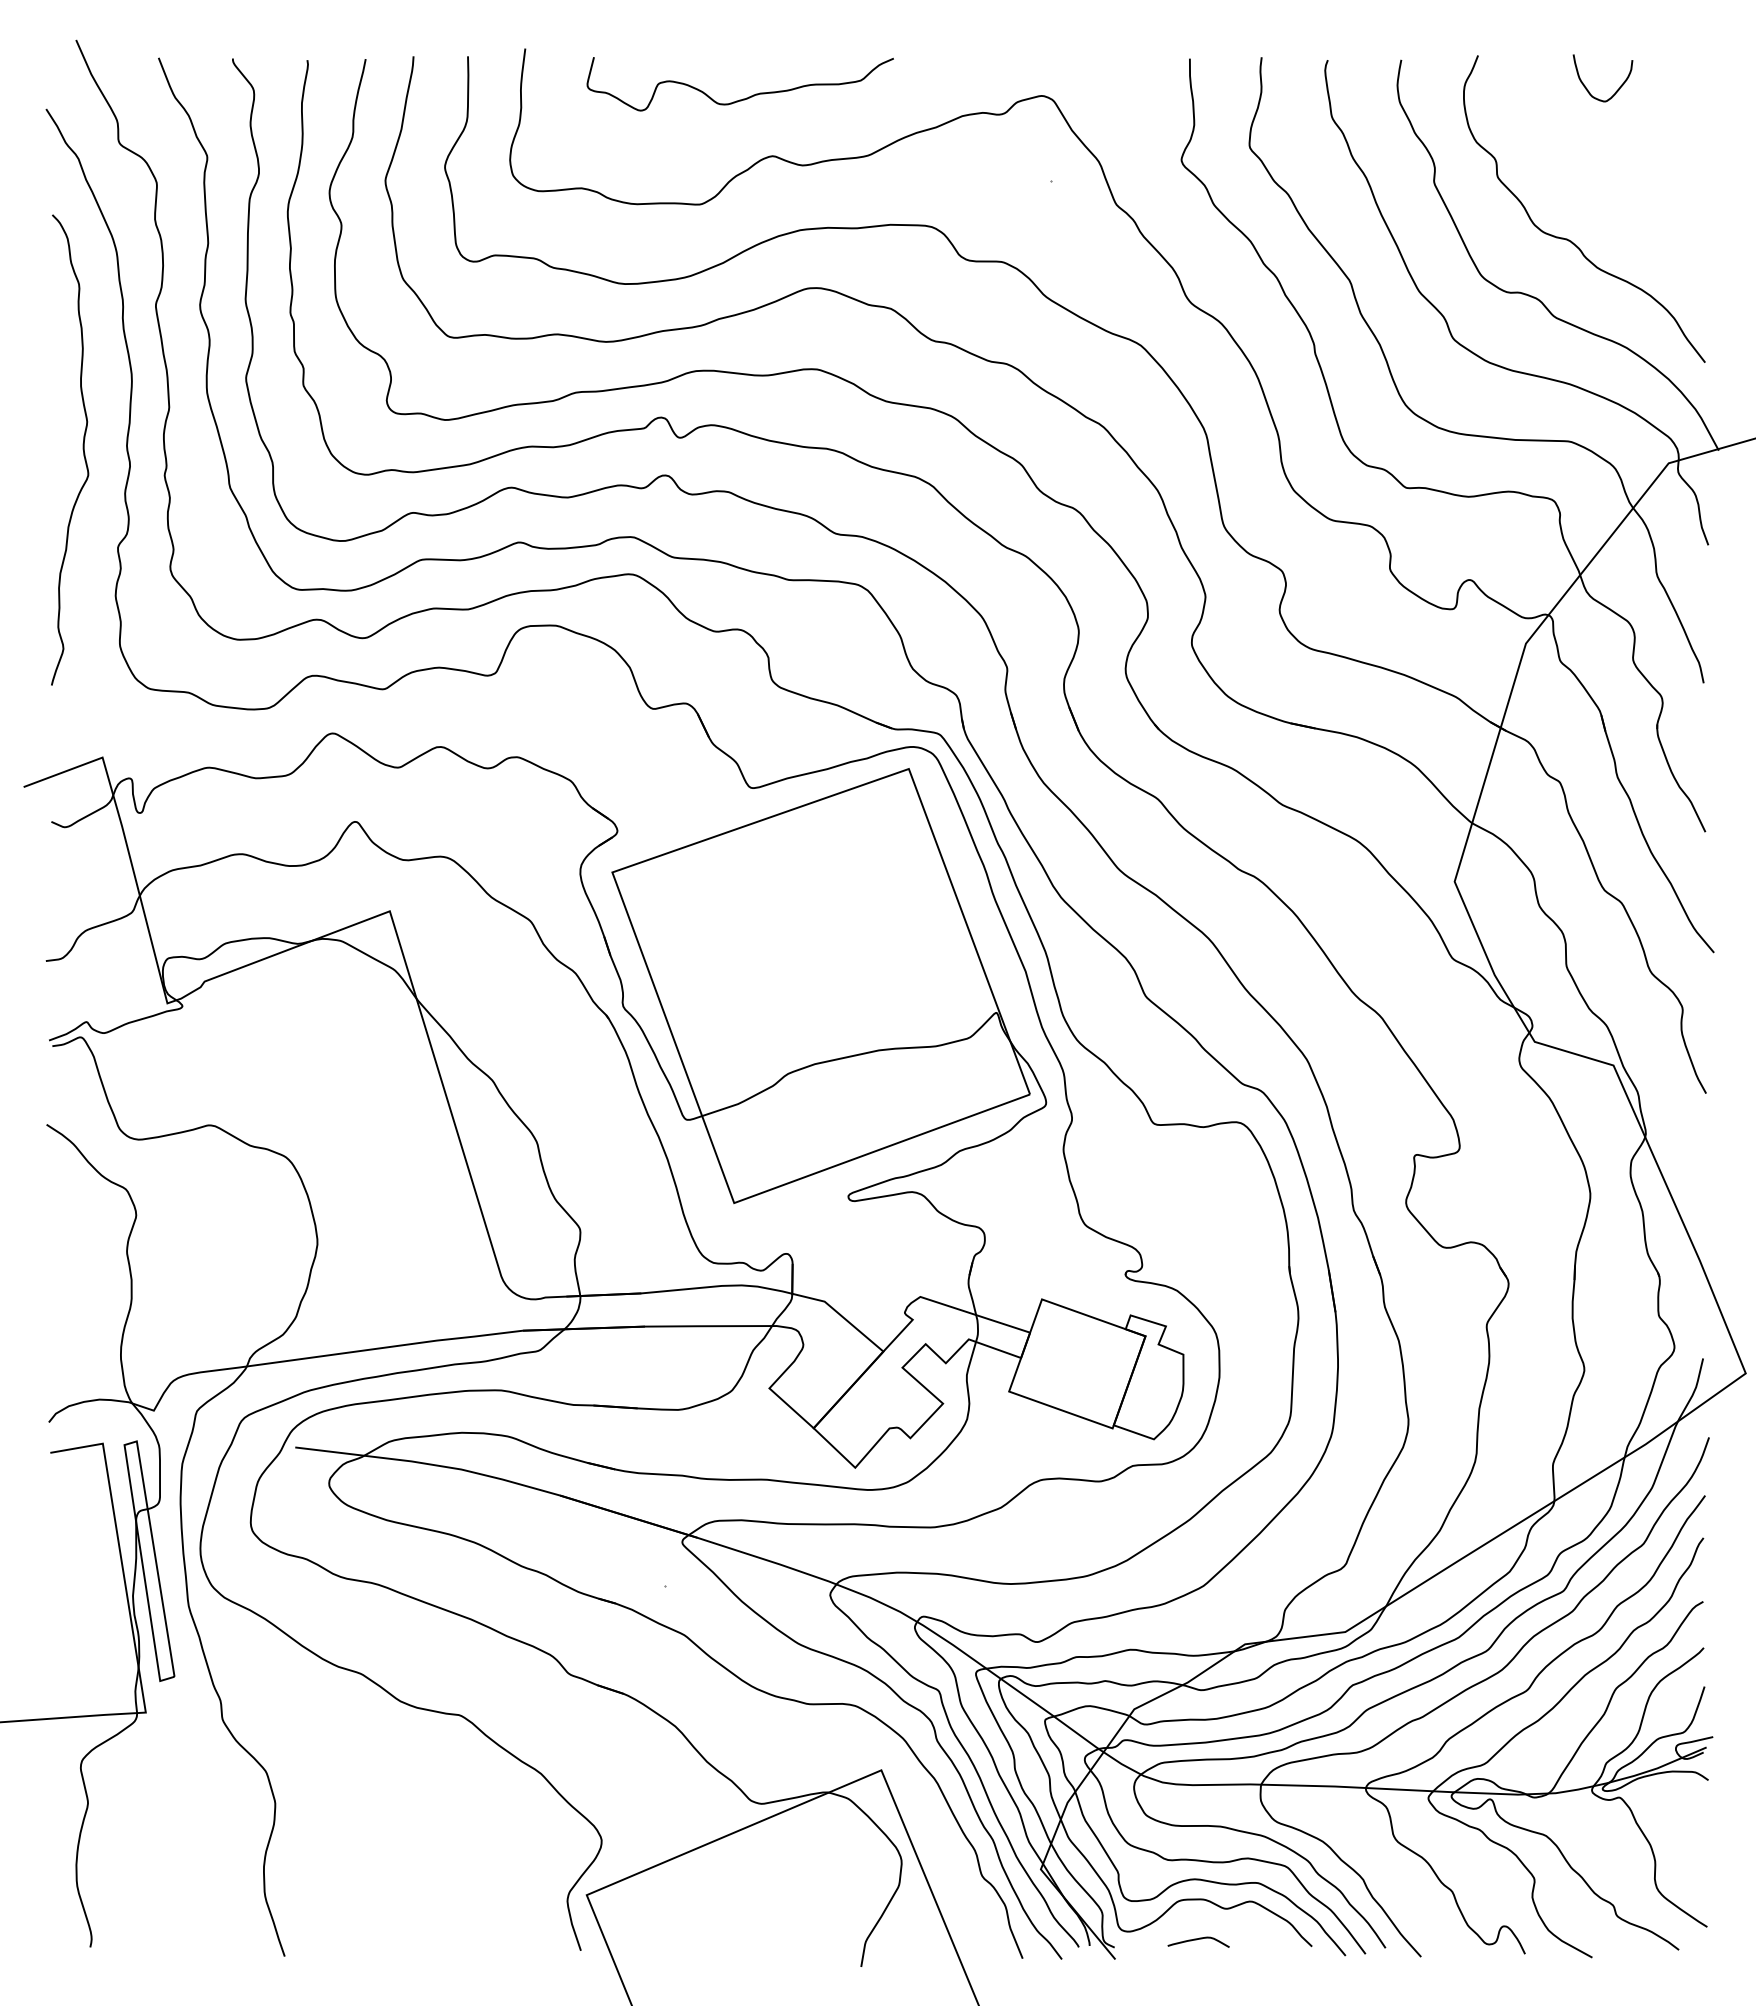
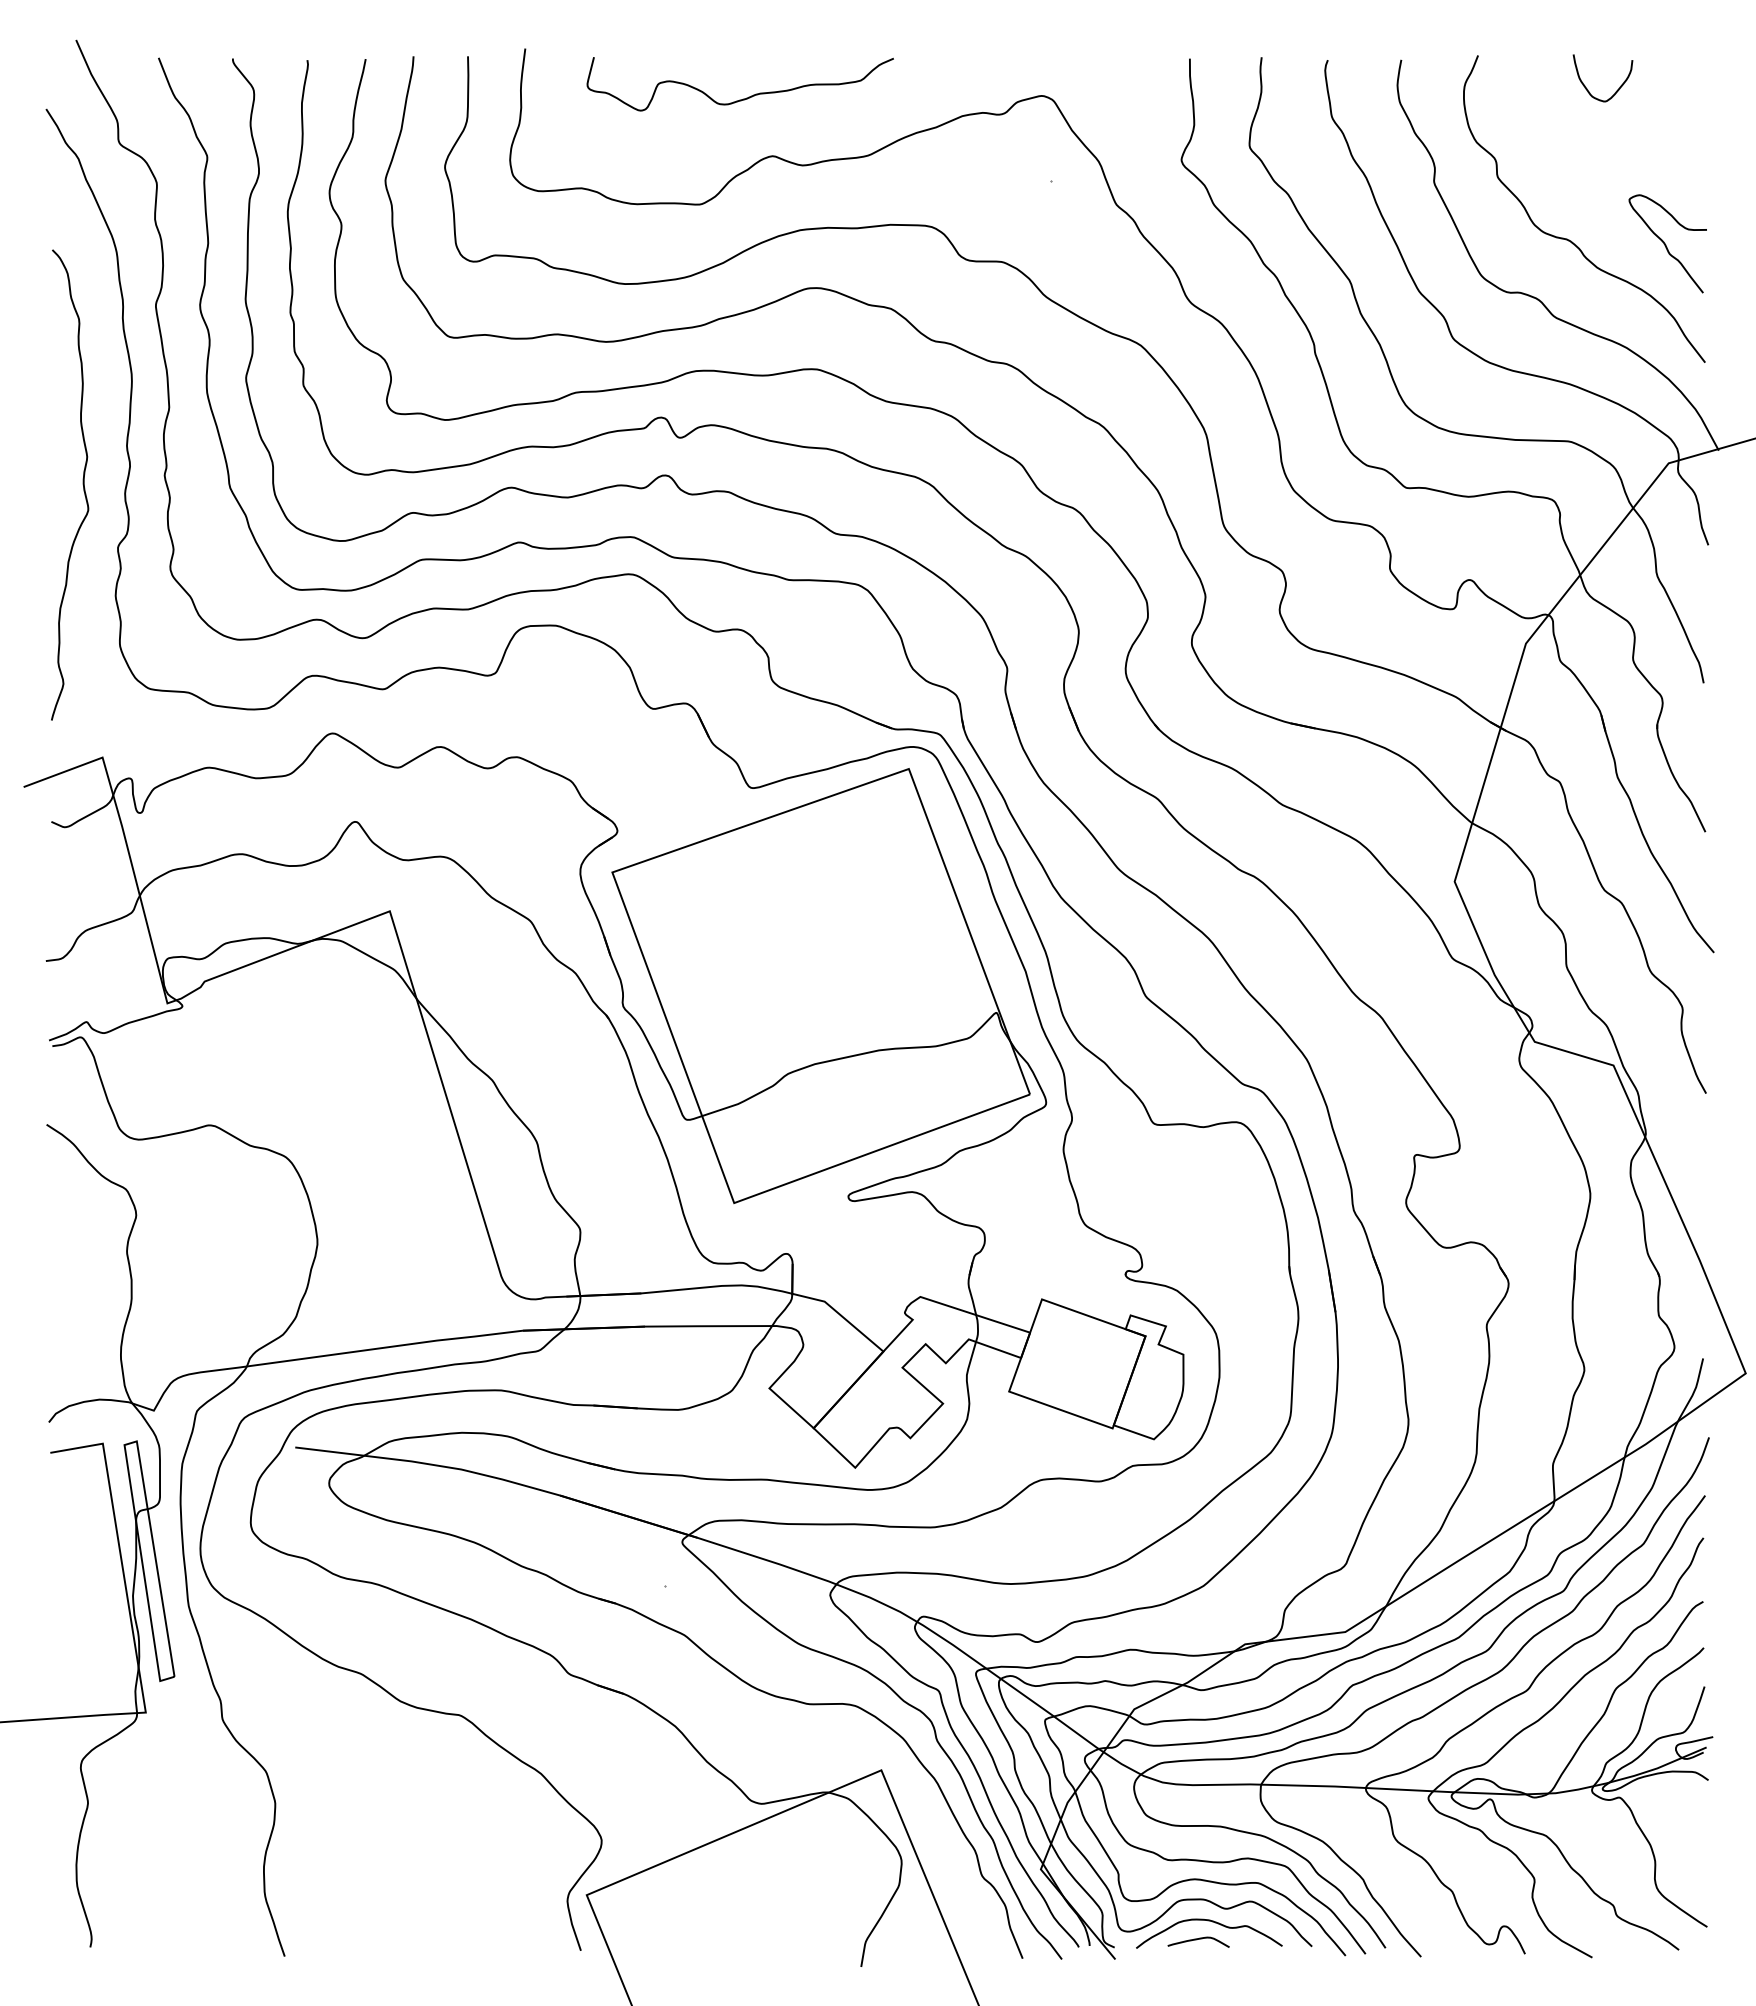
curve at (1666, 244): none -> present
curve at (82, 449) position: (82, 449) -> (82, 484)
curve at (1212, 1922): none -> present
